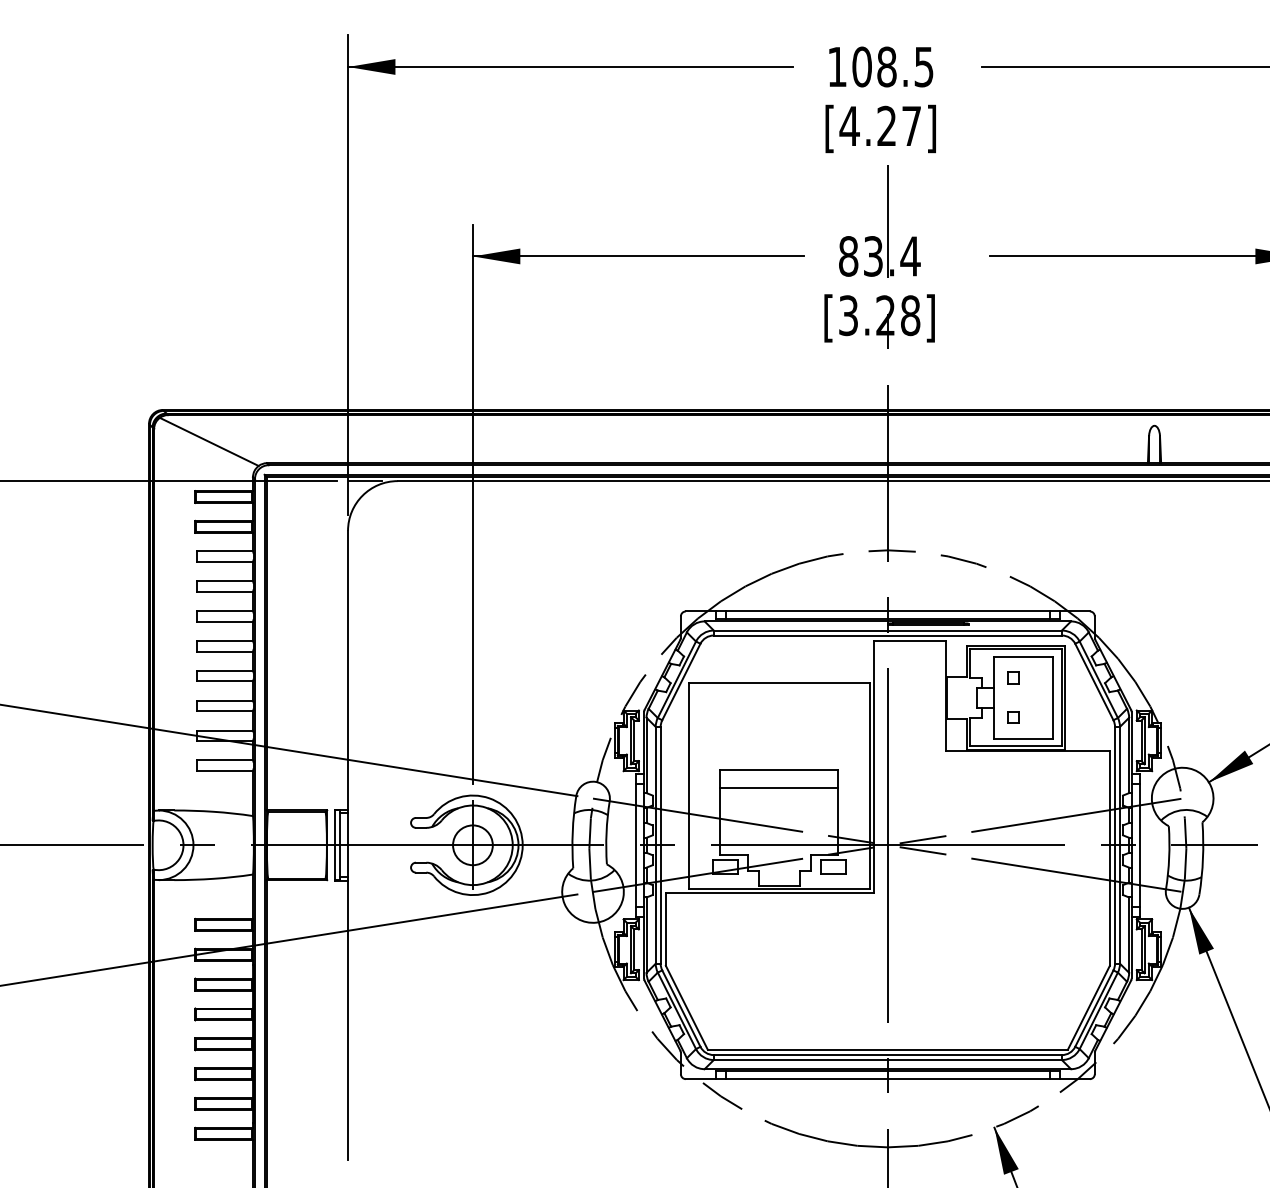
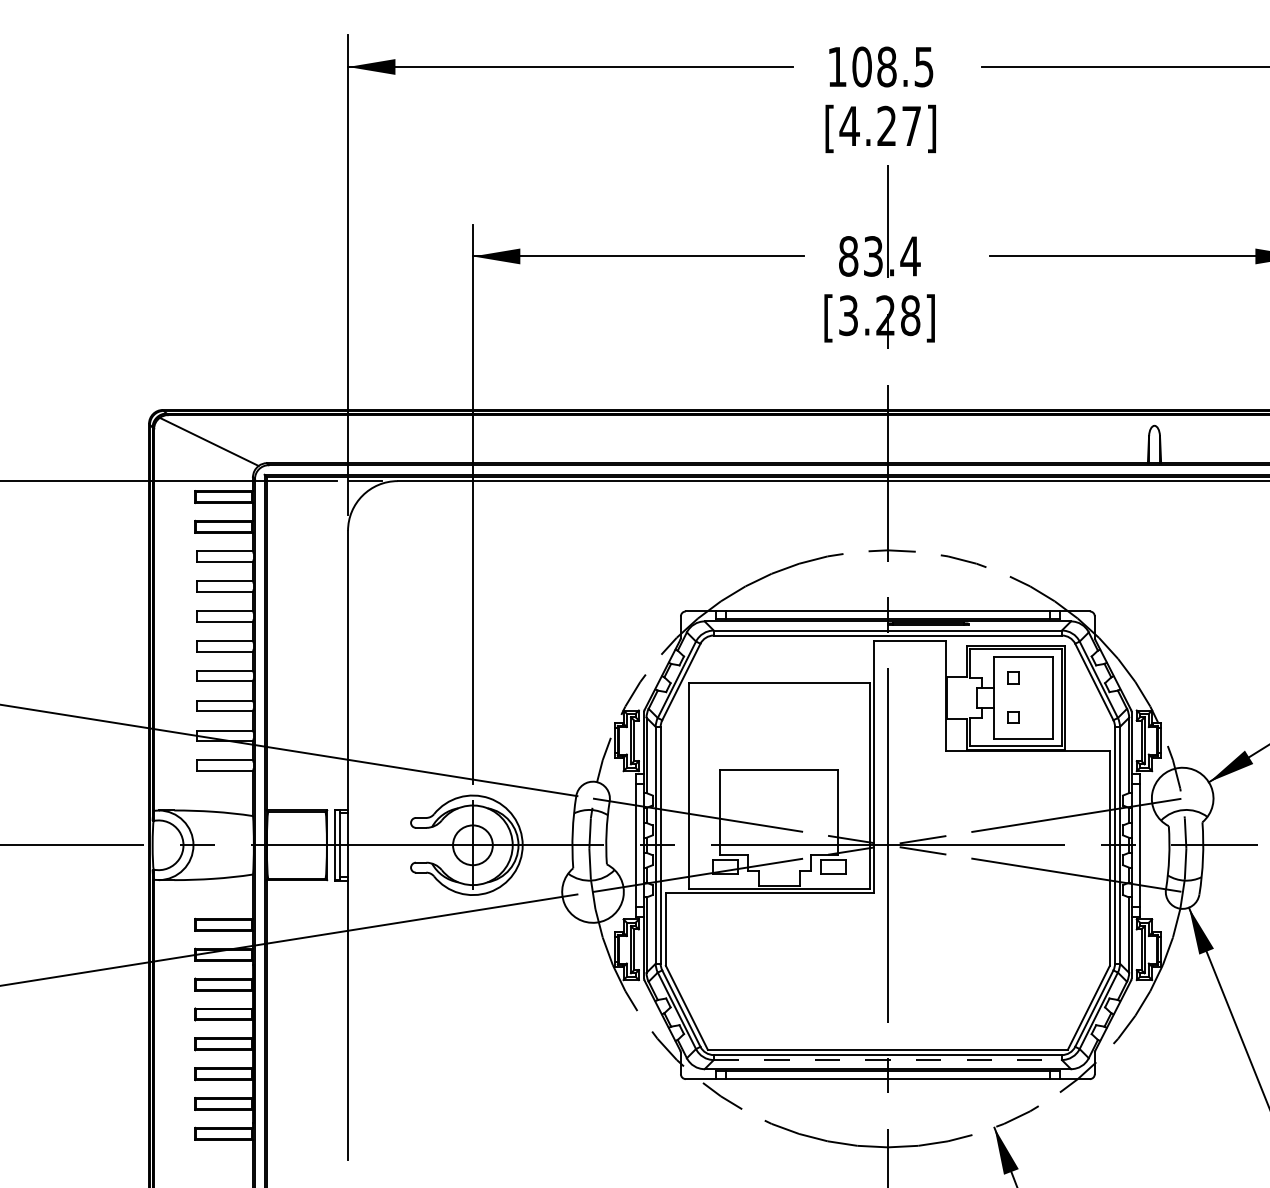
line at (779, 787): present -> none
line at (888, 1060): solid -> dashed
